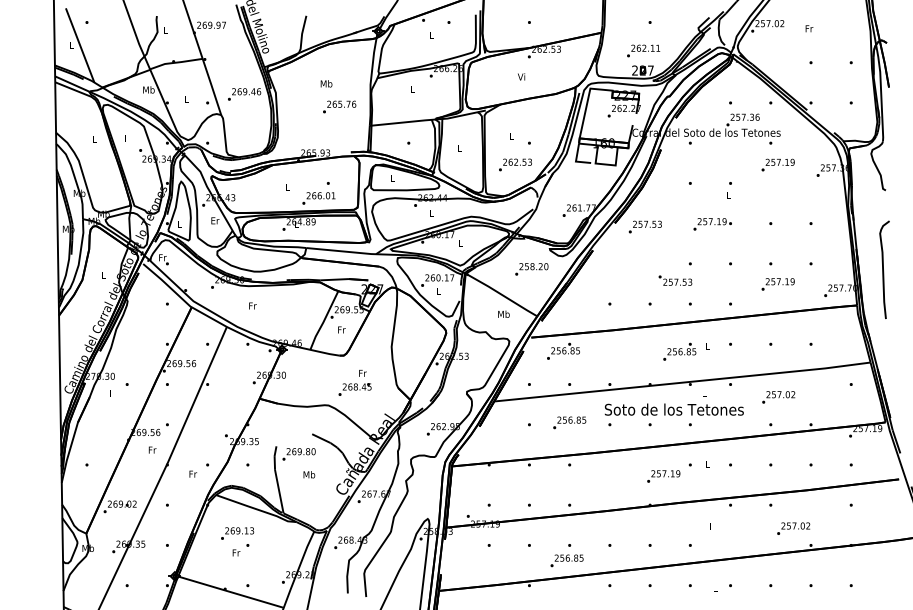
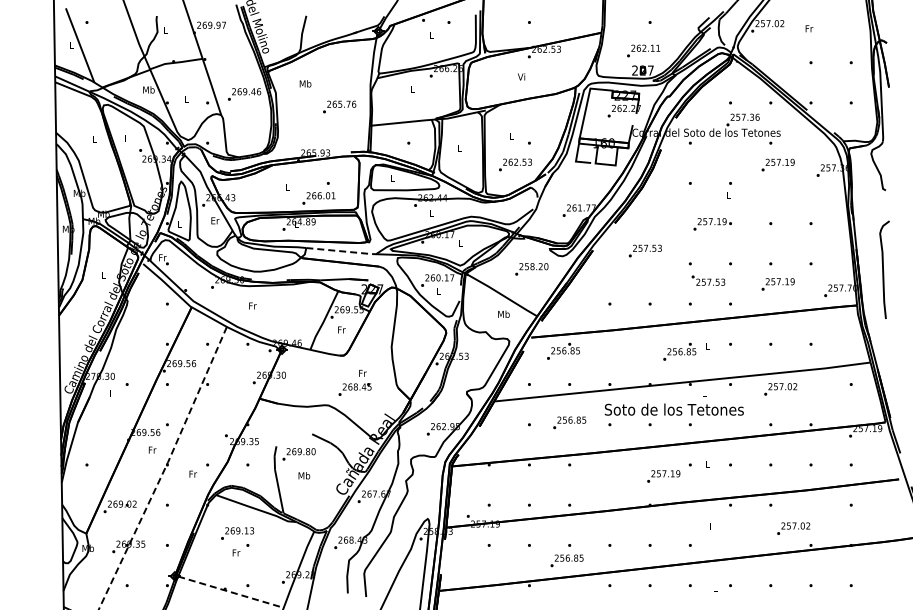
text at (326, 83) position: (326, 83) -> (305, 83)
text at (644, 226) position: (644, 226) -> (644, 250)
line at (341, 251): solid -> dashed
text at (675, 280) position: (675, 280) -> (708, 280)
text at (778, 397) position: (778, 397) -> (780, 389)
line at (165, 468): solid -> dashed
text at (309, 474) position: (309, 474) -> (304, 475)
line at (231, 592): solid -> dashed
